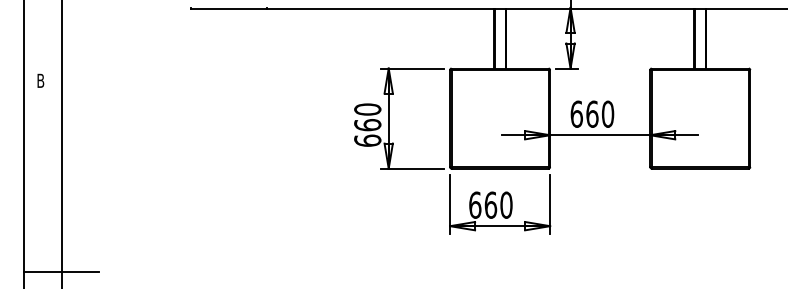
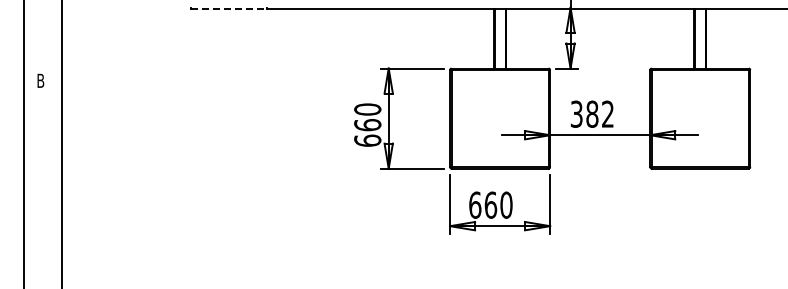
line at (228, 9): solid -> dashed
text at (592, 113): 660 -> 382
line at (61, 272): present -> none
